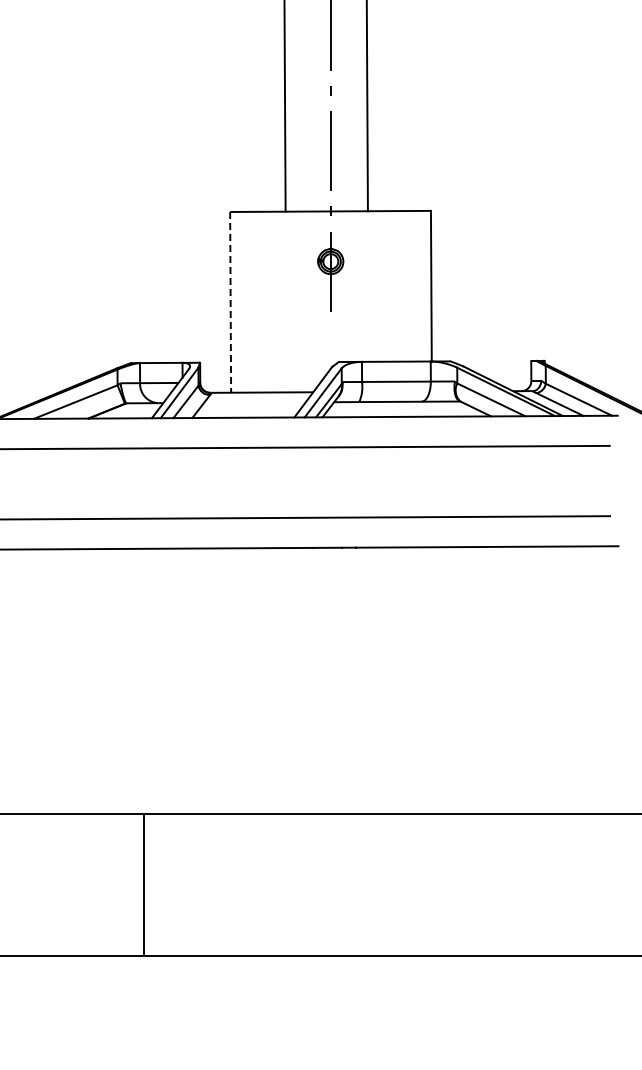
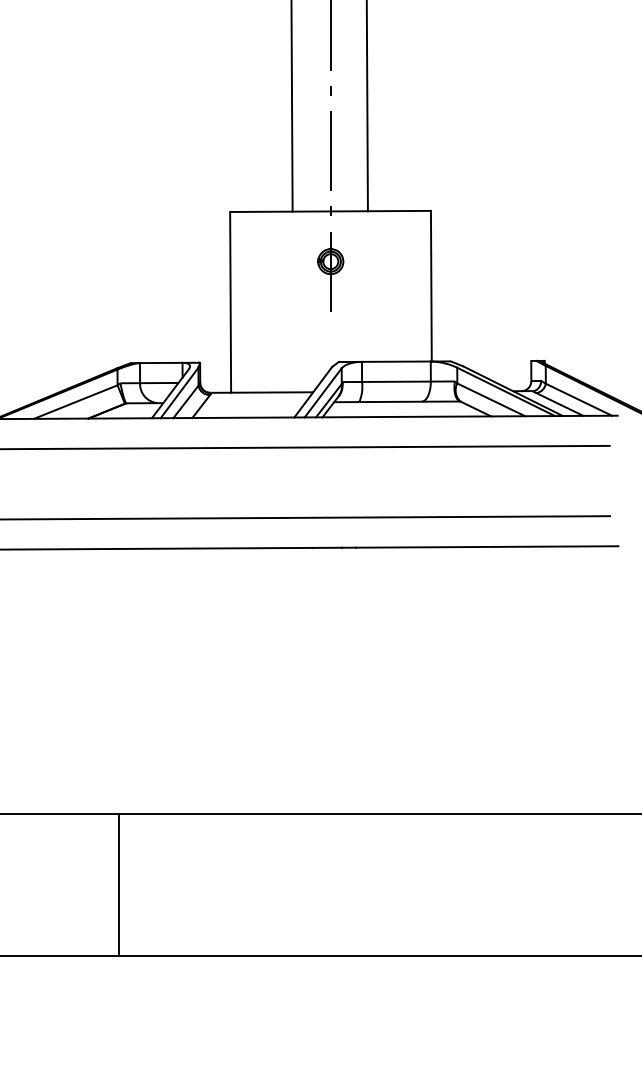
line at (284, 106) position: (284, 106) -> (291, 106)
line at (230, 302): dashed -> solid
line at (143, 884) position: (143, 884) -> (118, 884)
